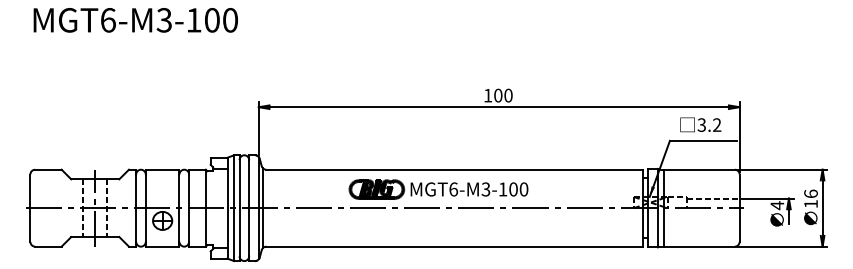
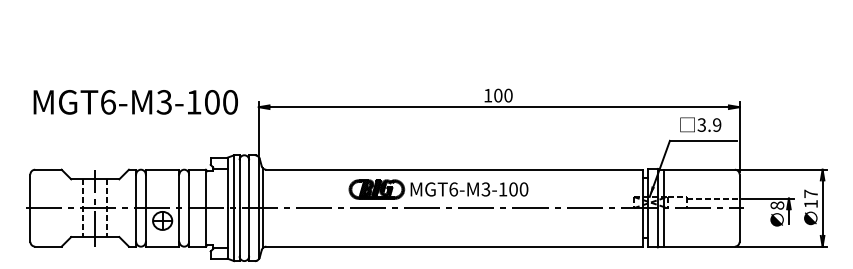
text at (135, 20) position: (135, 20) -> (135, 102)
text at (717, 125): 3.2 -> 3.9
text at (810, 193): 16 -> 17
text at (777, 205): 4 -> 8
